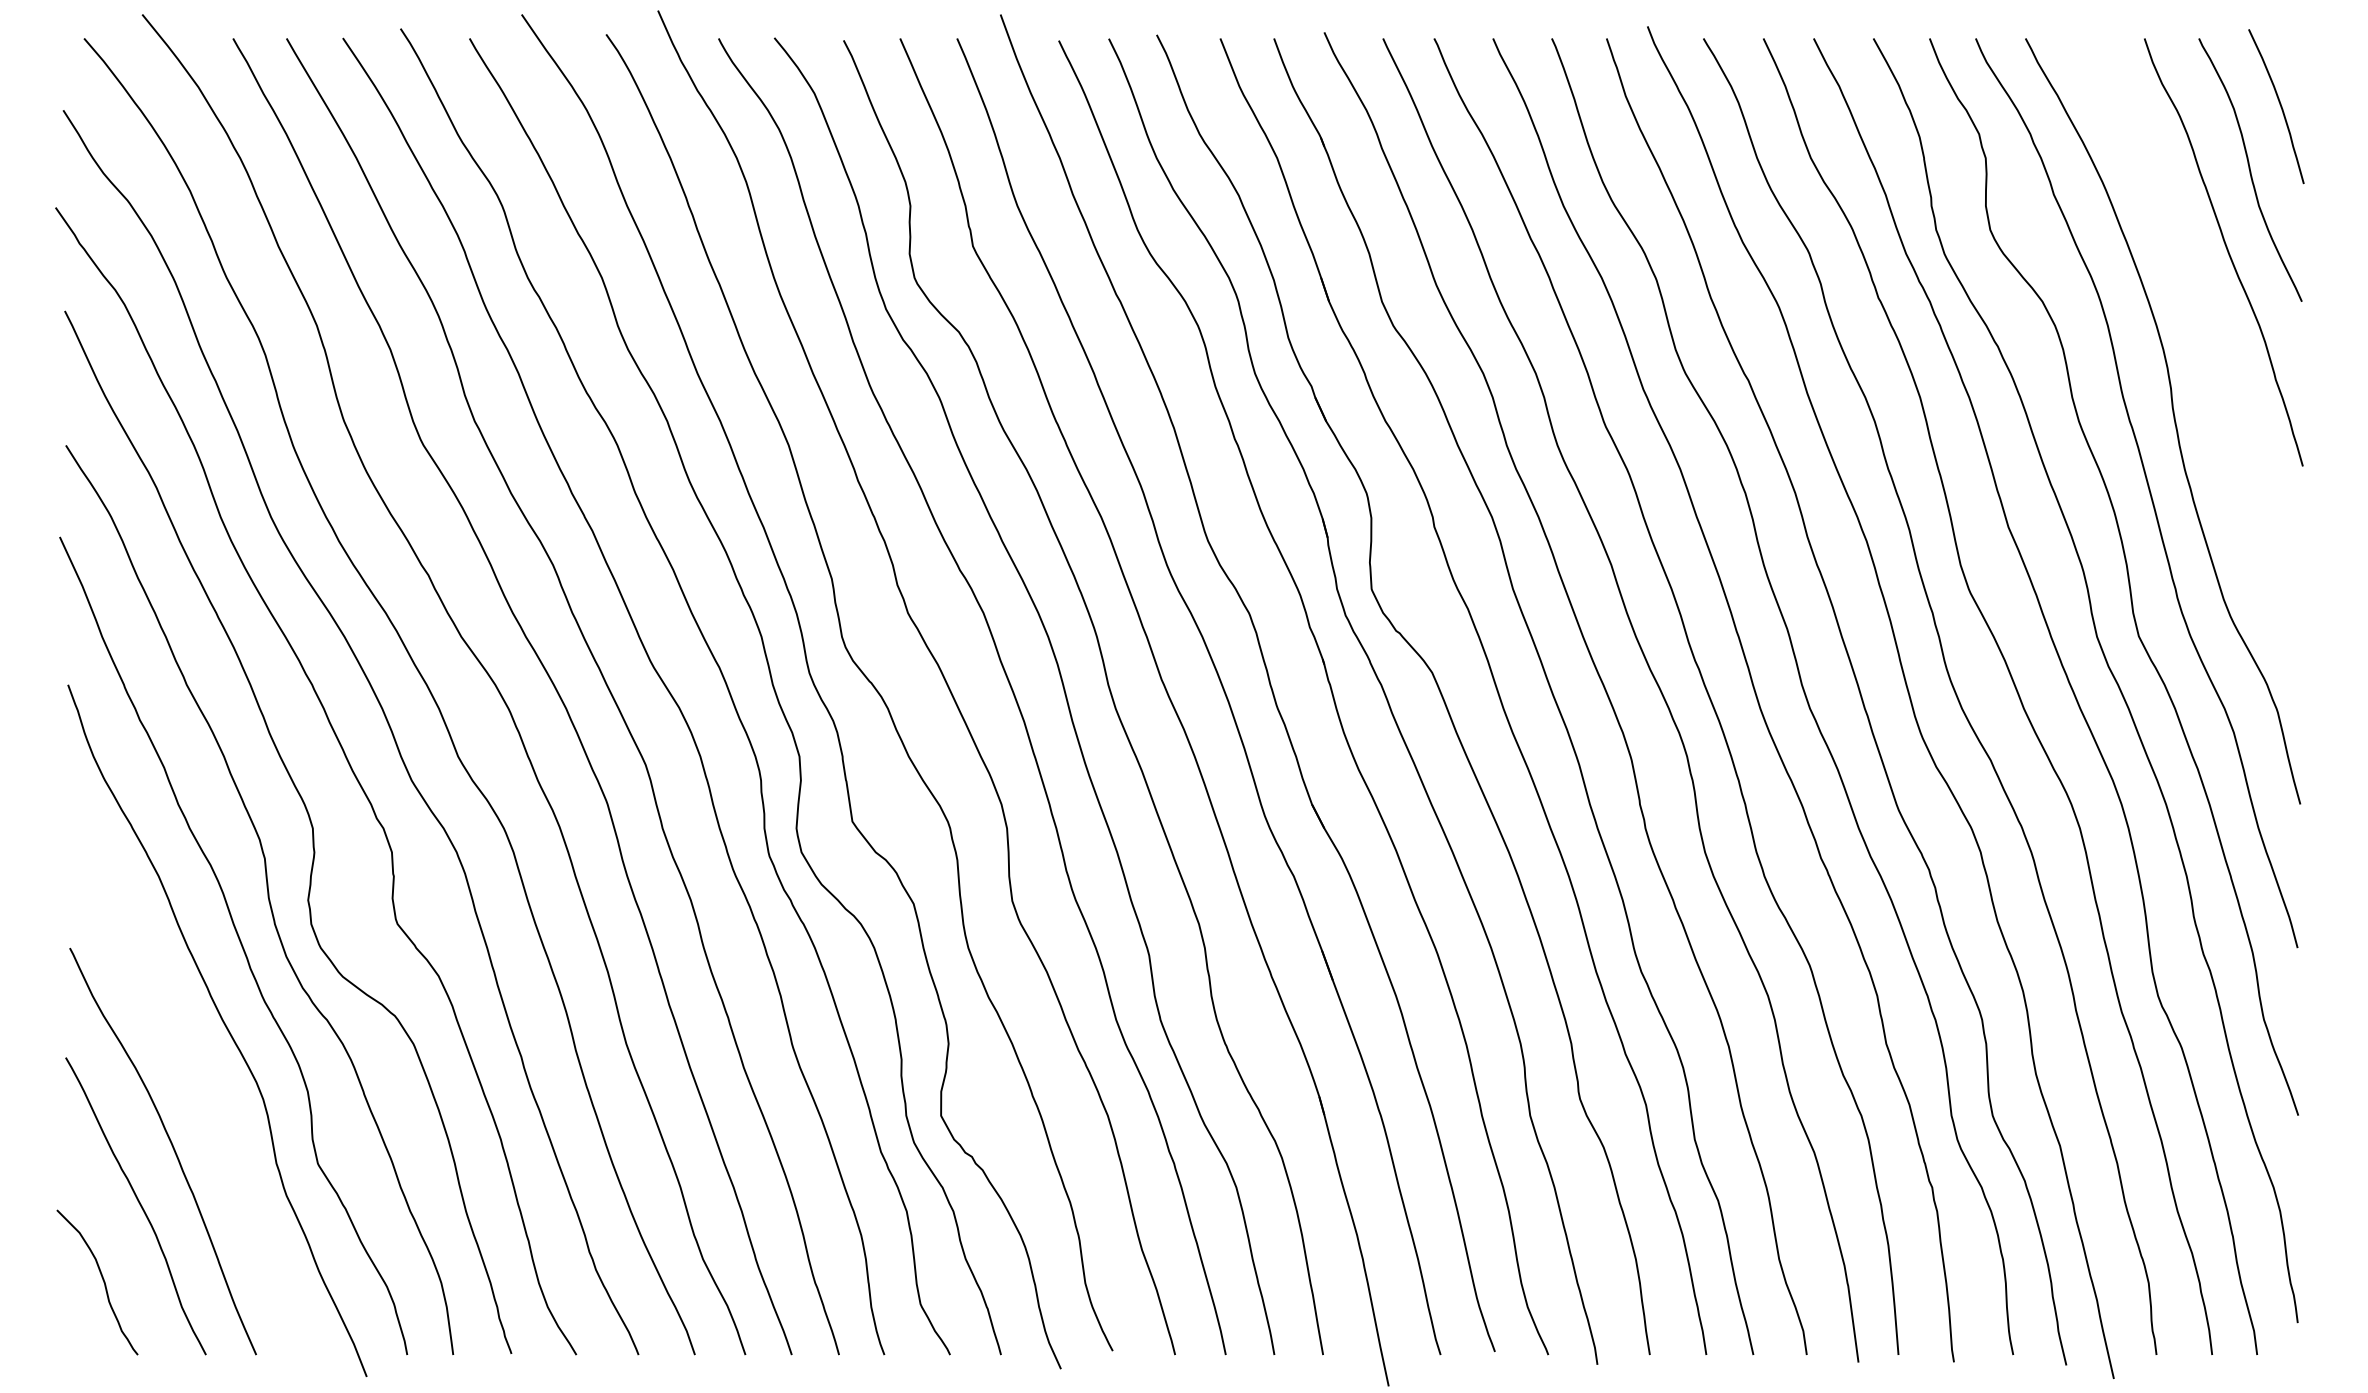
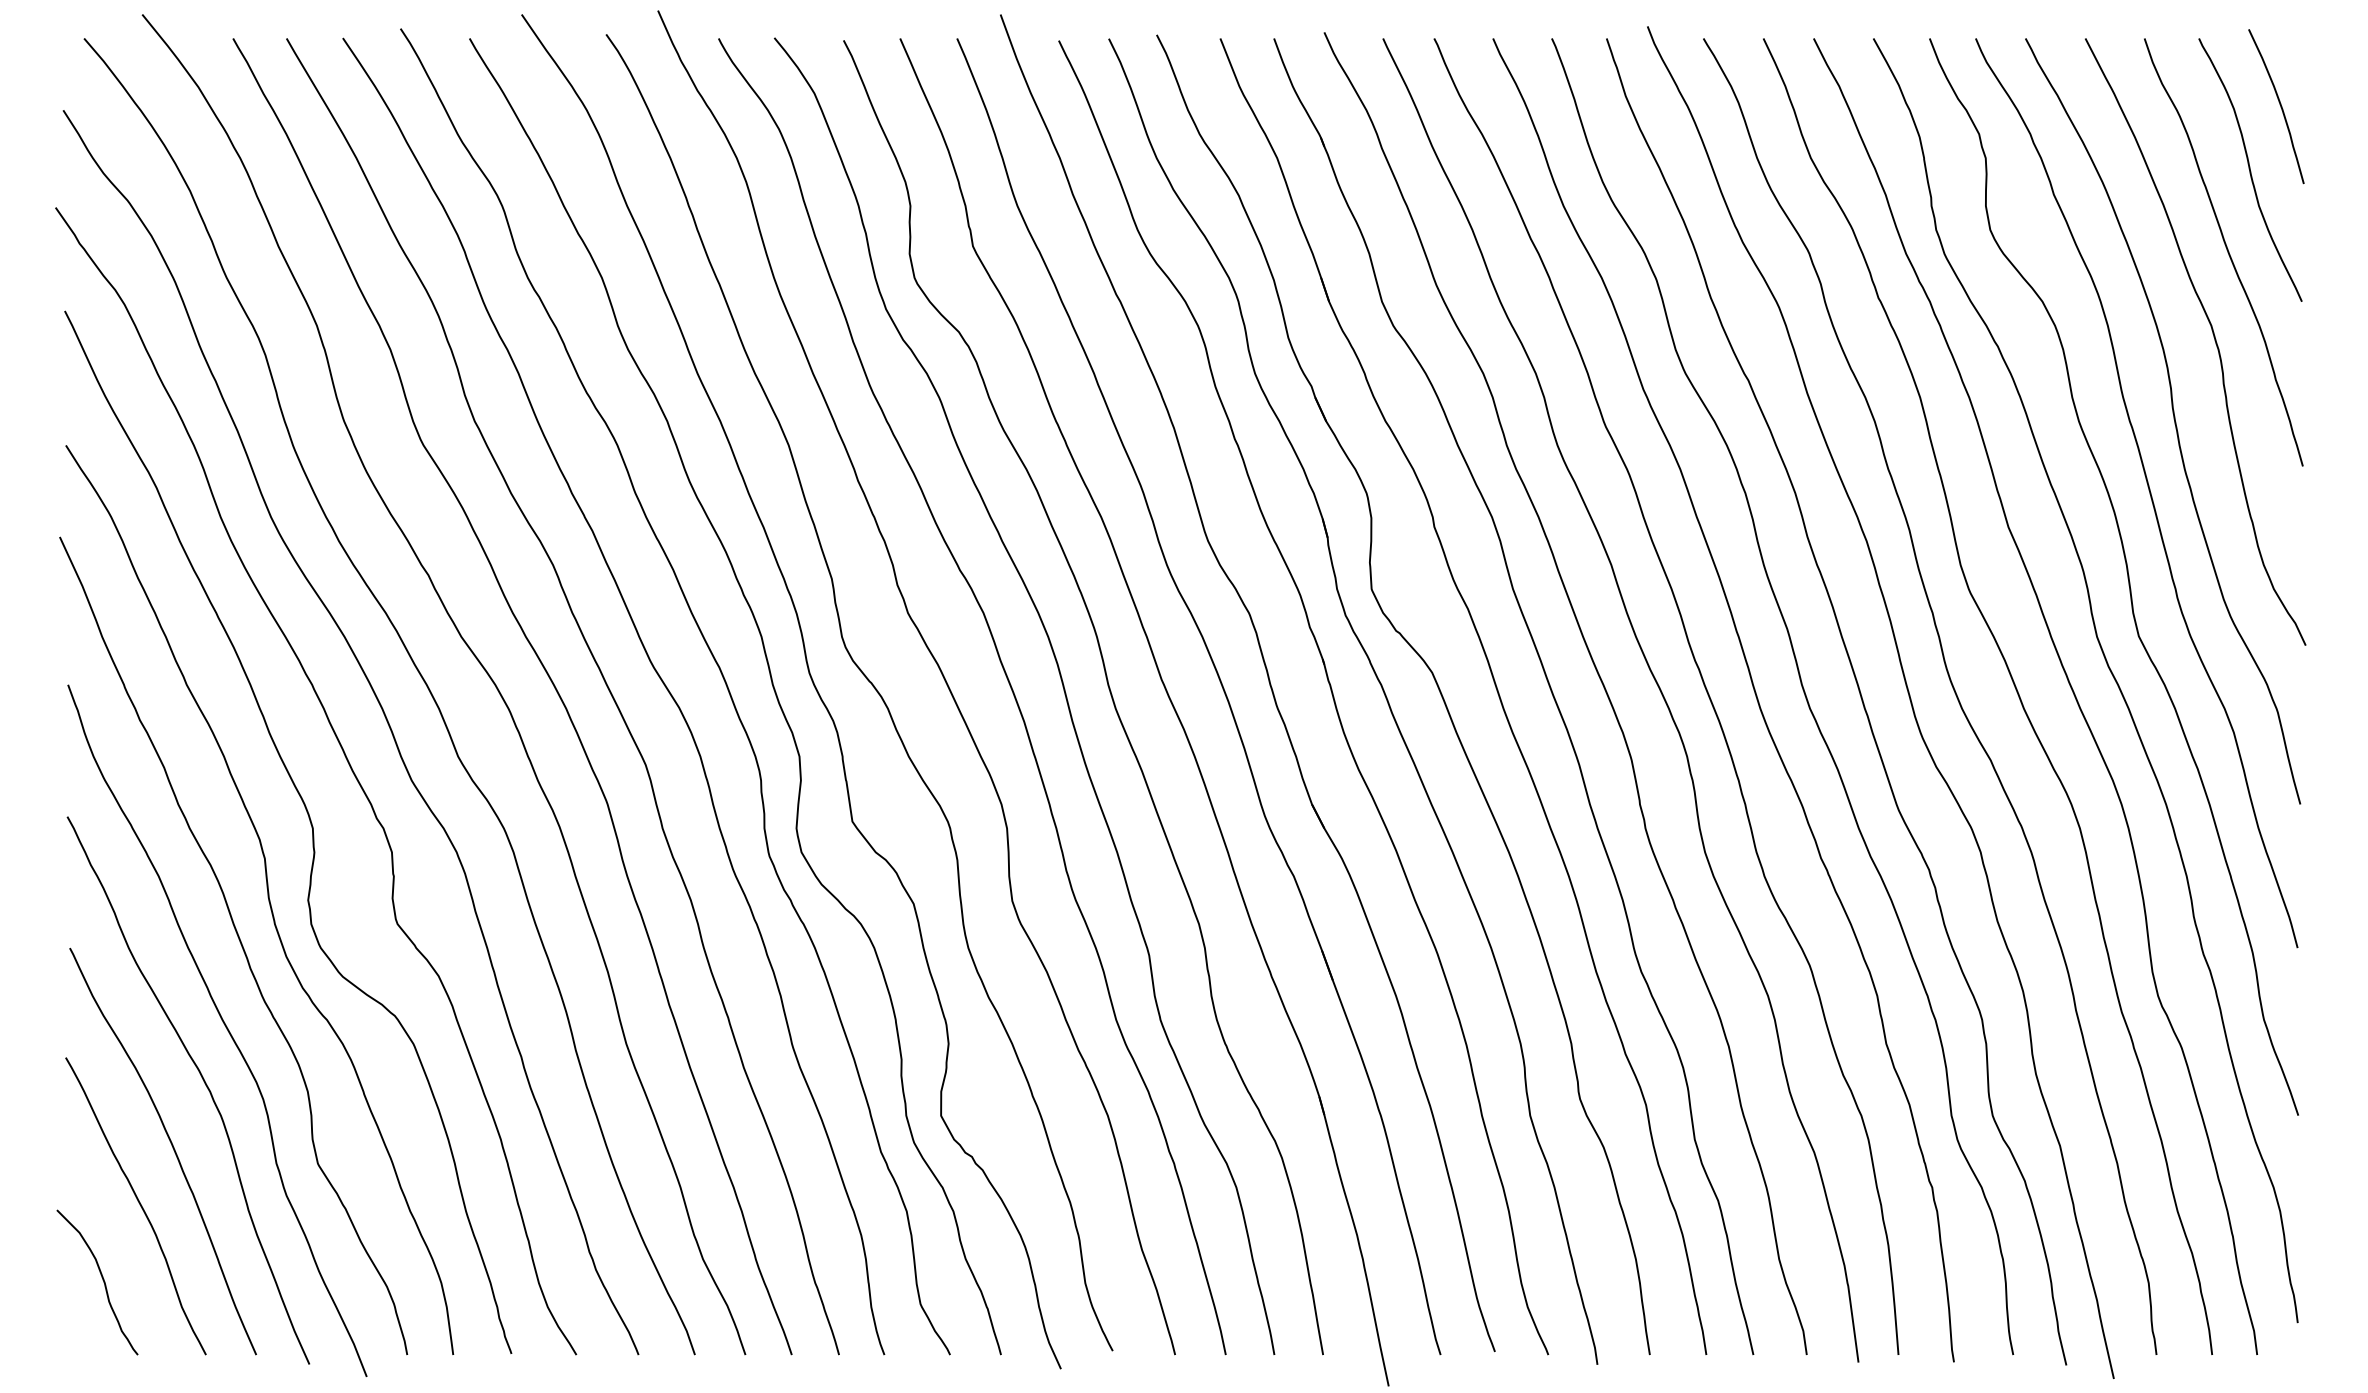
curve at (2213, 337): none -> present
curve at (204, 1083): none -> present
